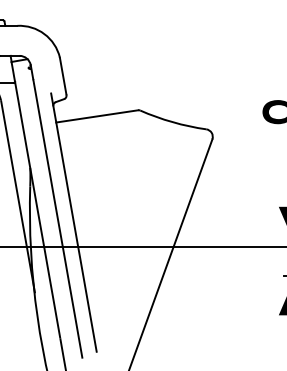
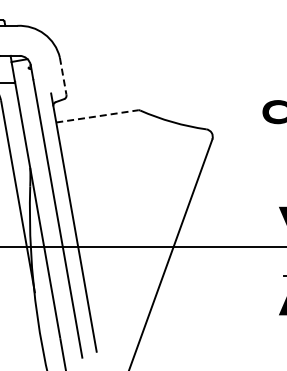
line at (63, 76): solid -> dashed
line at (97, 116): solid -> dashed
